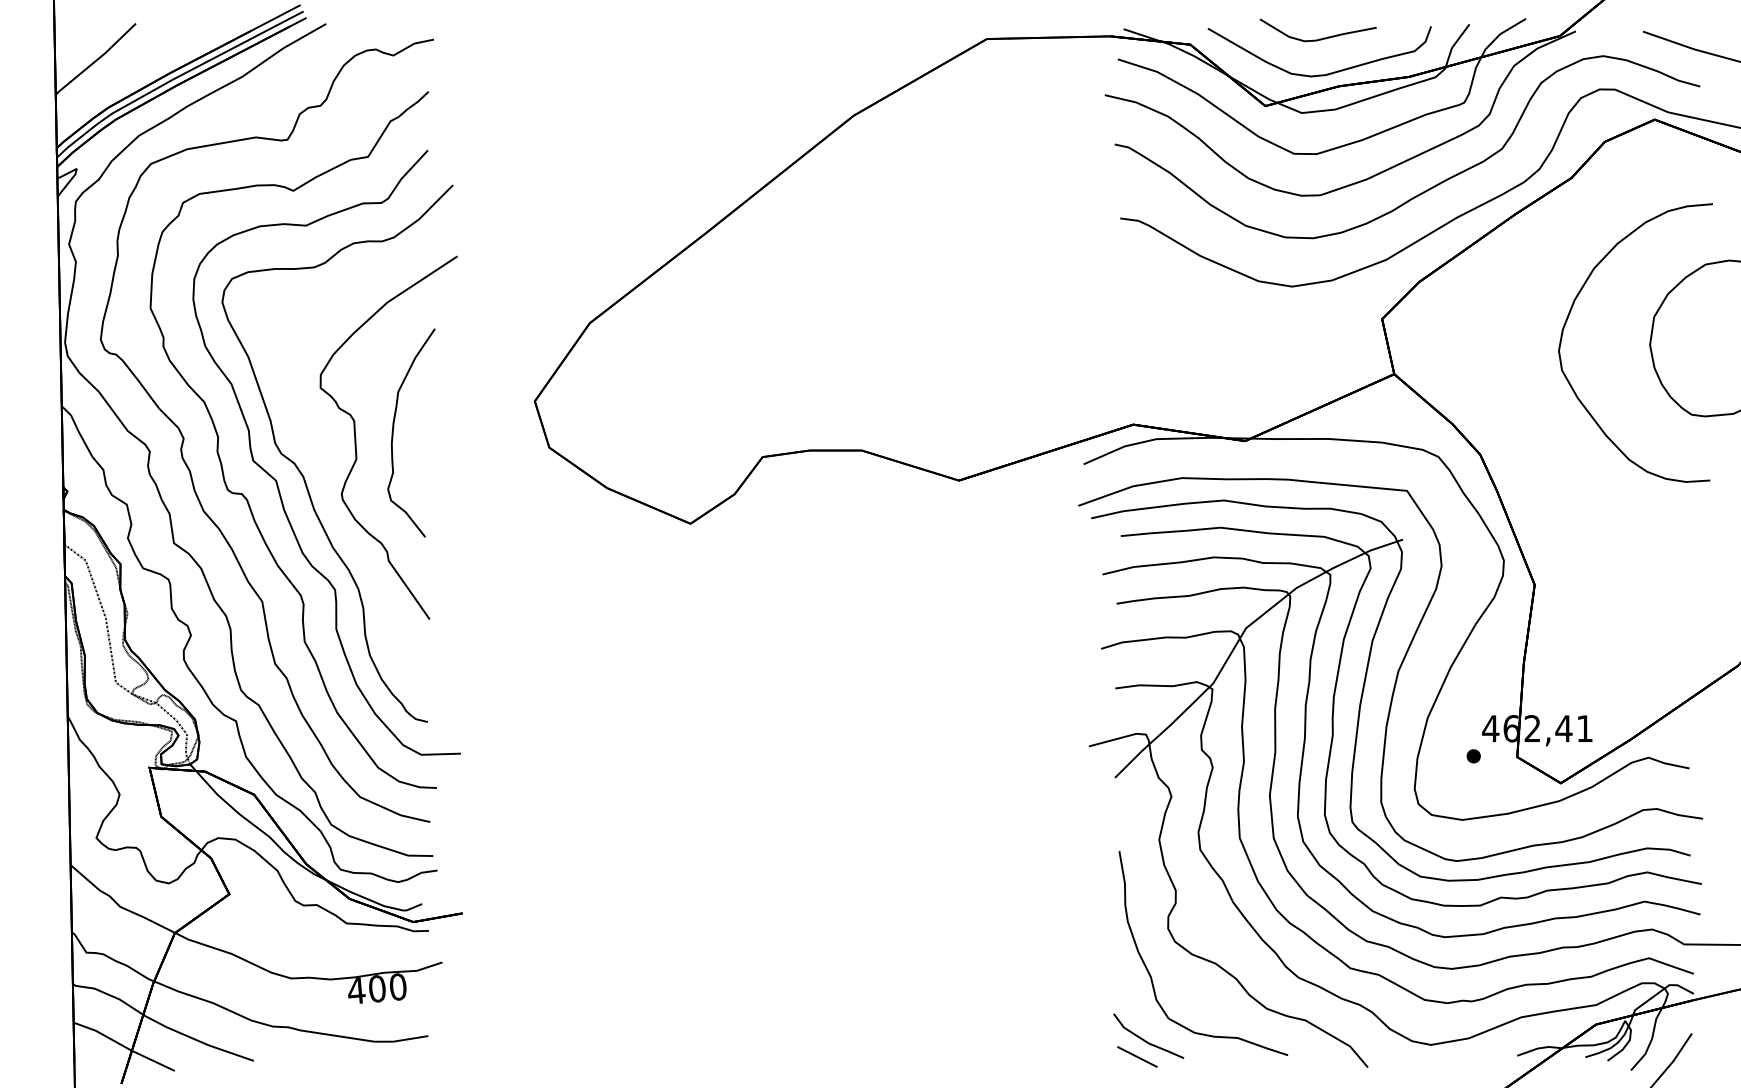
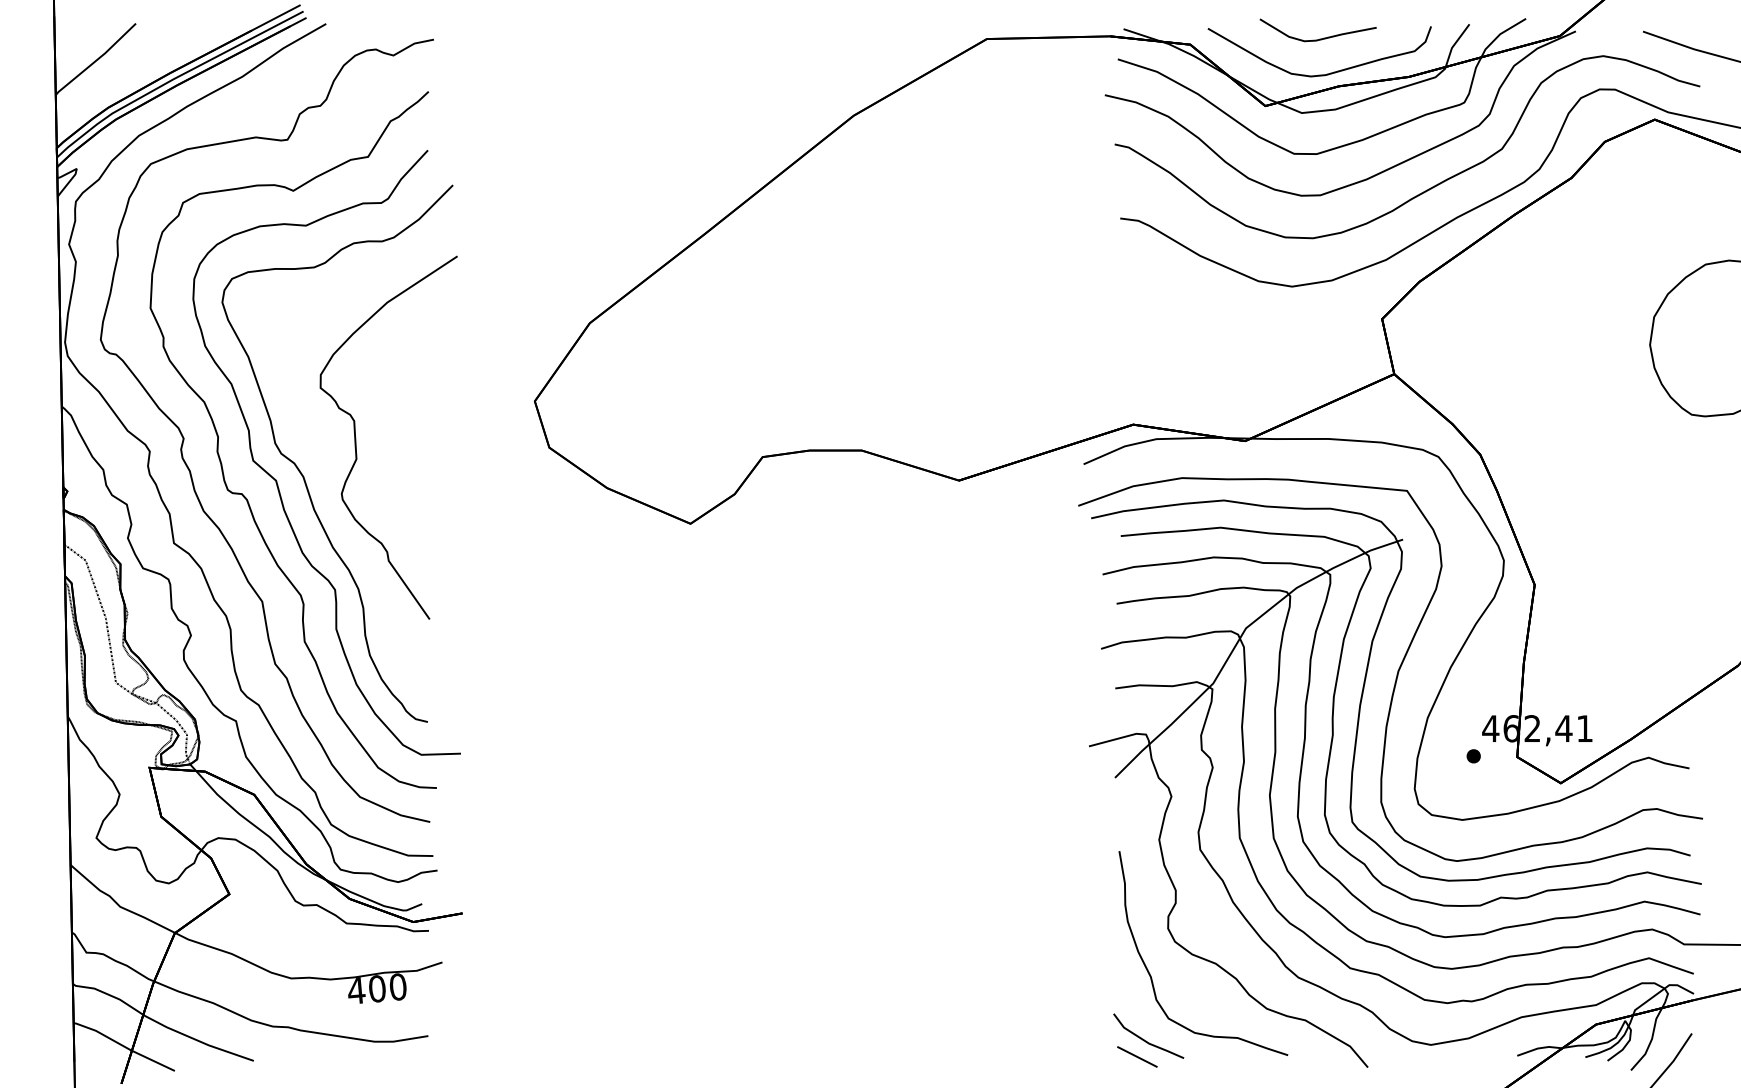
part at (1569, 316): present -> none
part at (394, 427): present -> none
